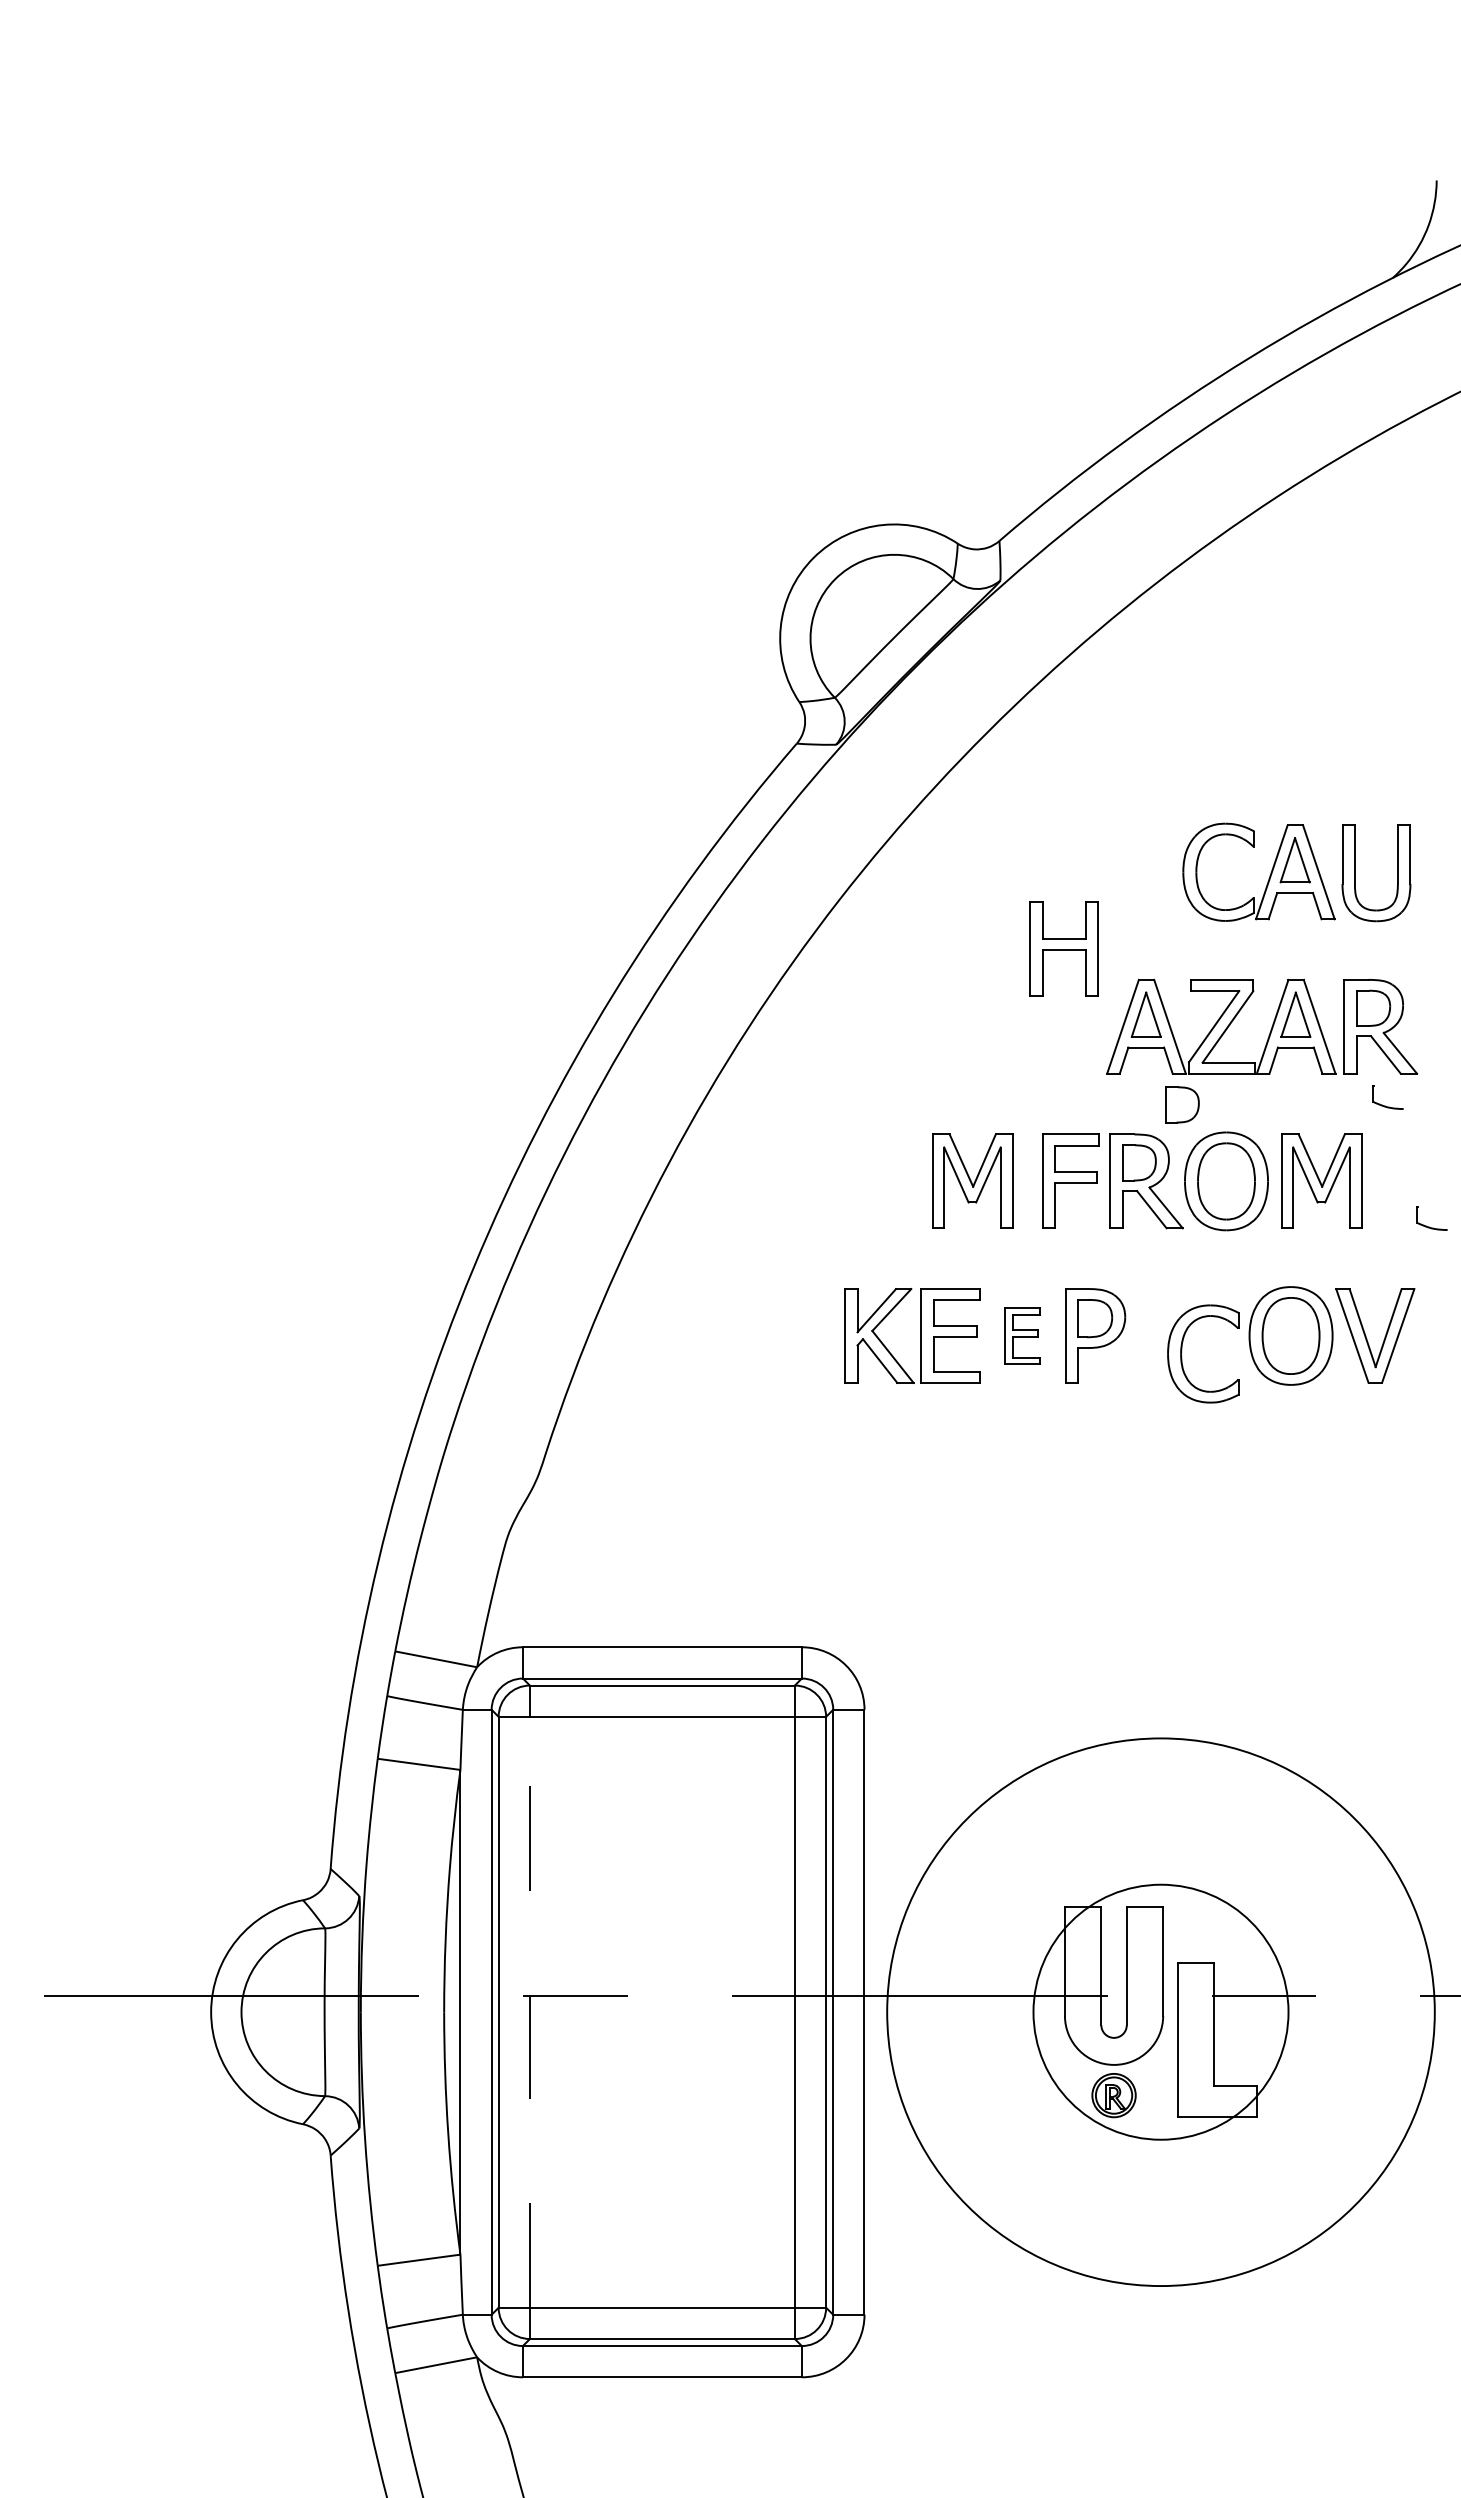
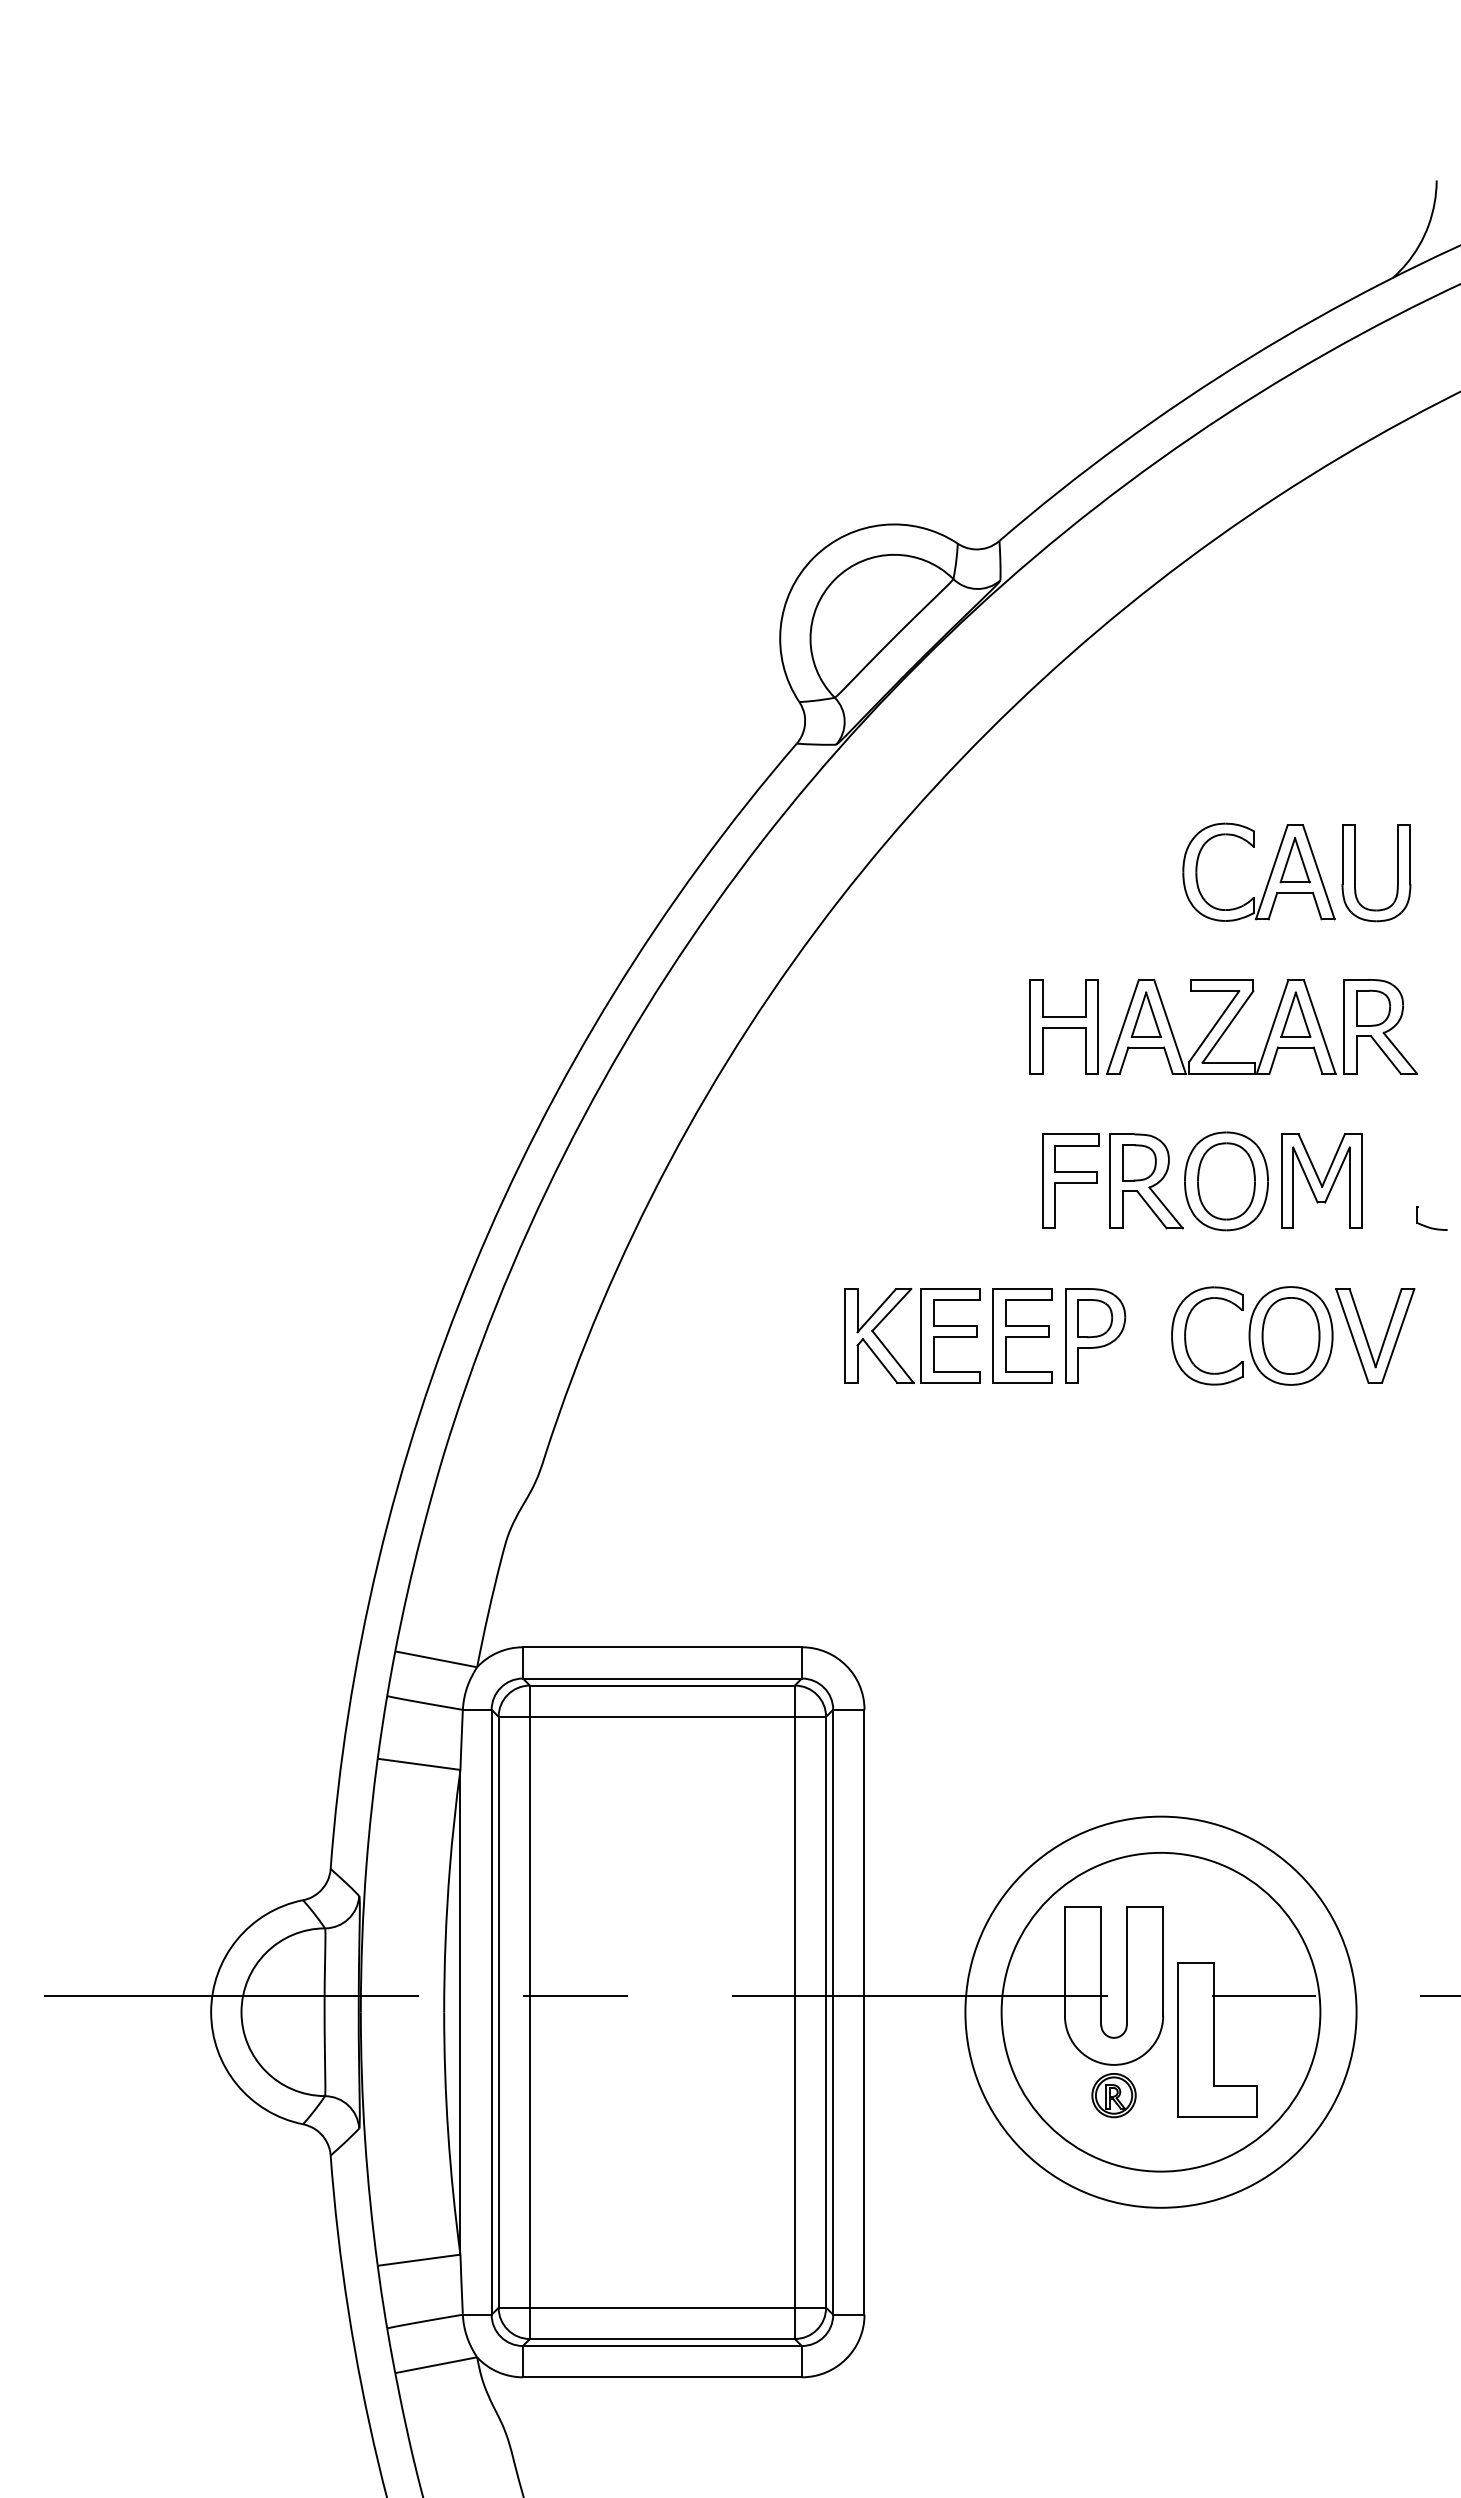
part at (1063, 948) position: (1063, 948) -> (1063, 1026)
part at (1182, 1104): present -> none
part at (1385, 1105): present -> none
part at (972, 1180): present -> none
part at (1022, 1335) size: 37x58 px -> 61x96 px
part at (1182, 1350) position: (1182, 1350) -> (1186, 1332)
line at (529, 2011): dashed -> solid
circle at (1160, 2011) diameter: 255 px -> 319 px
circle at (1160, 2012) diameter: 548 px -> 391 px
